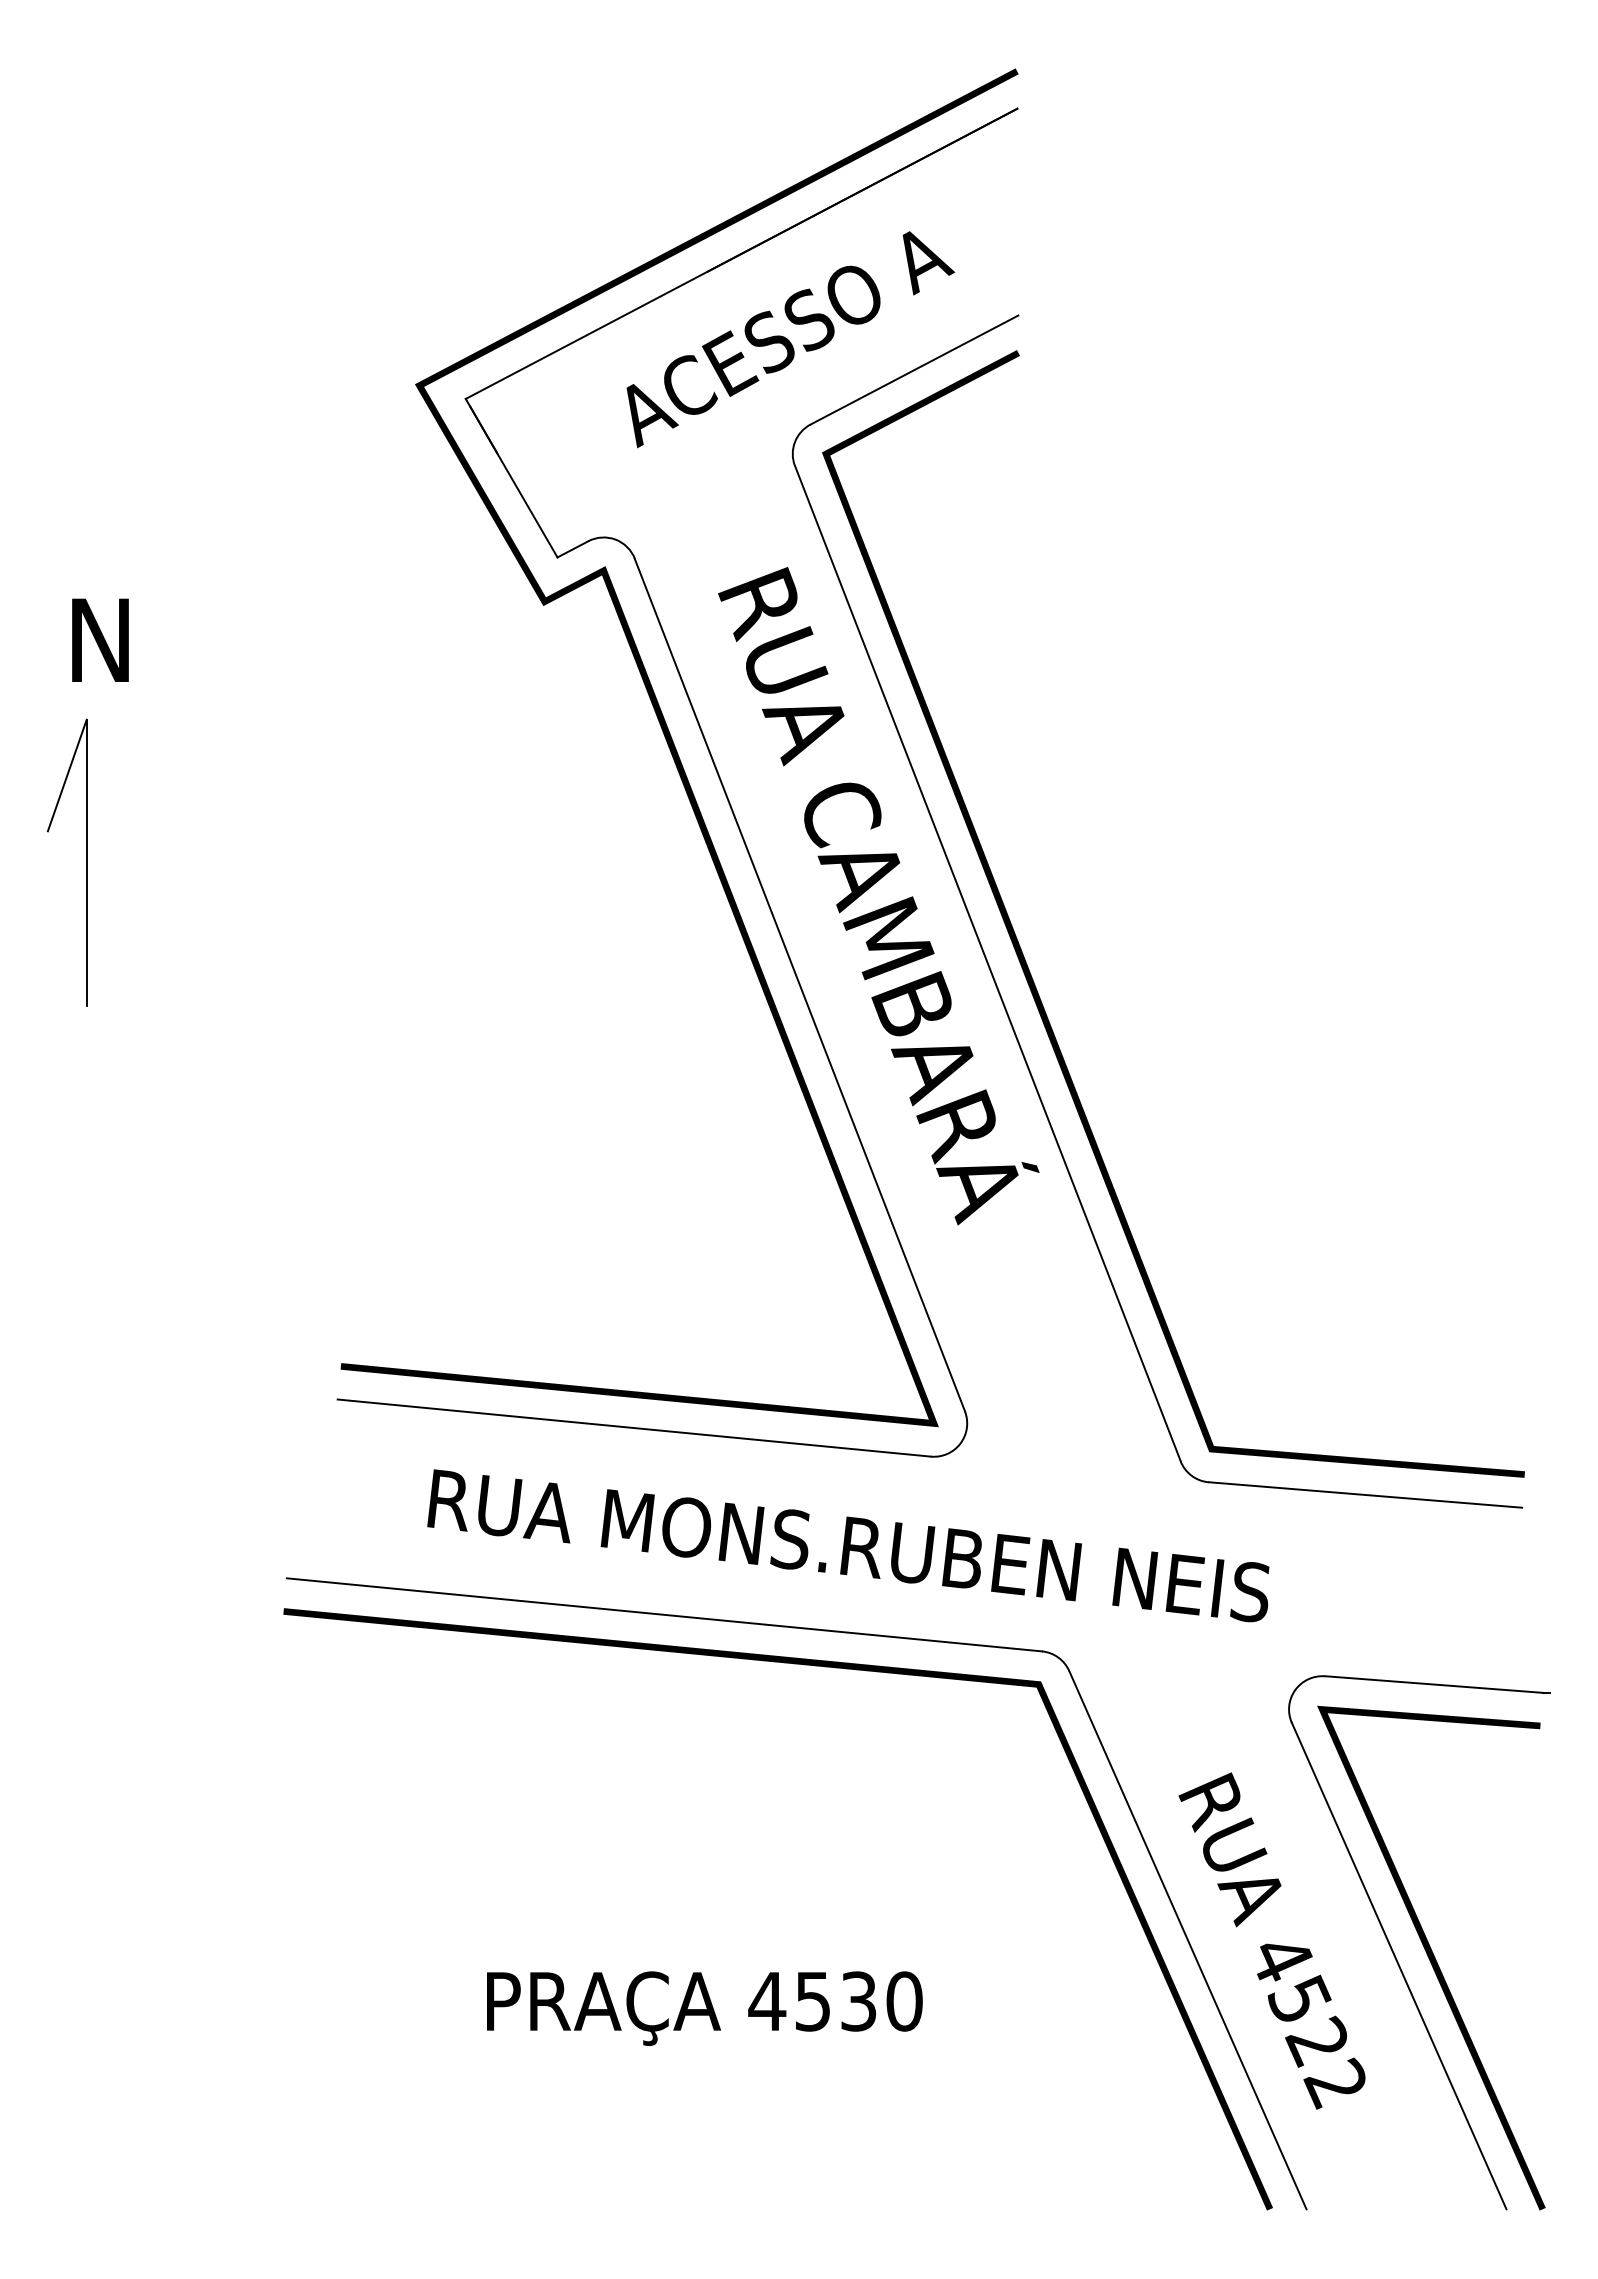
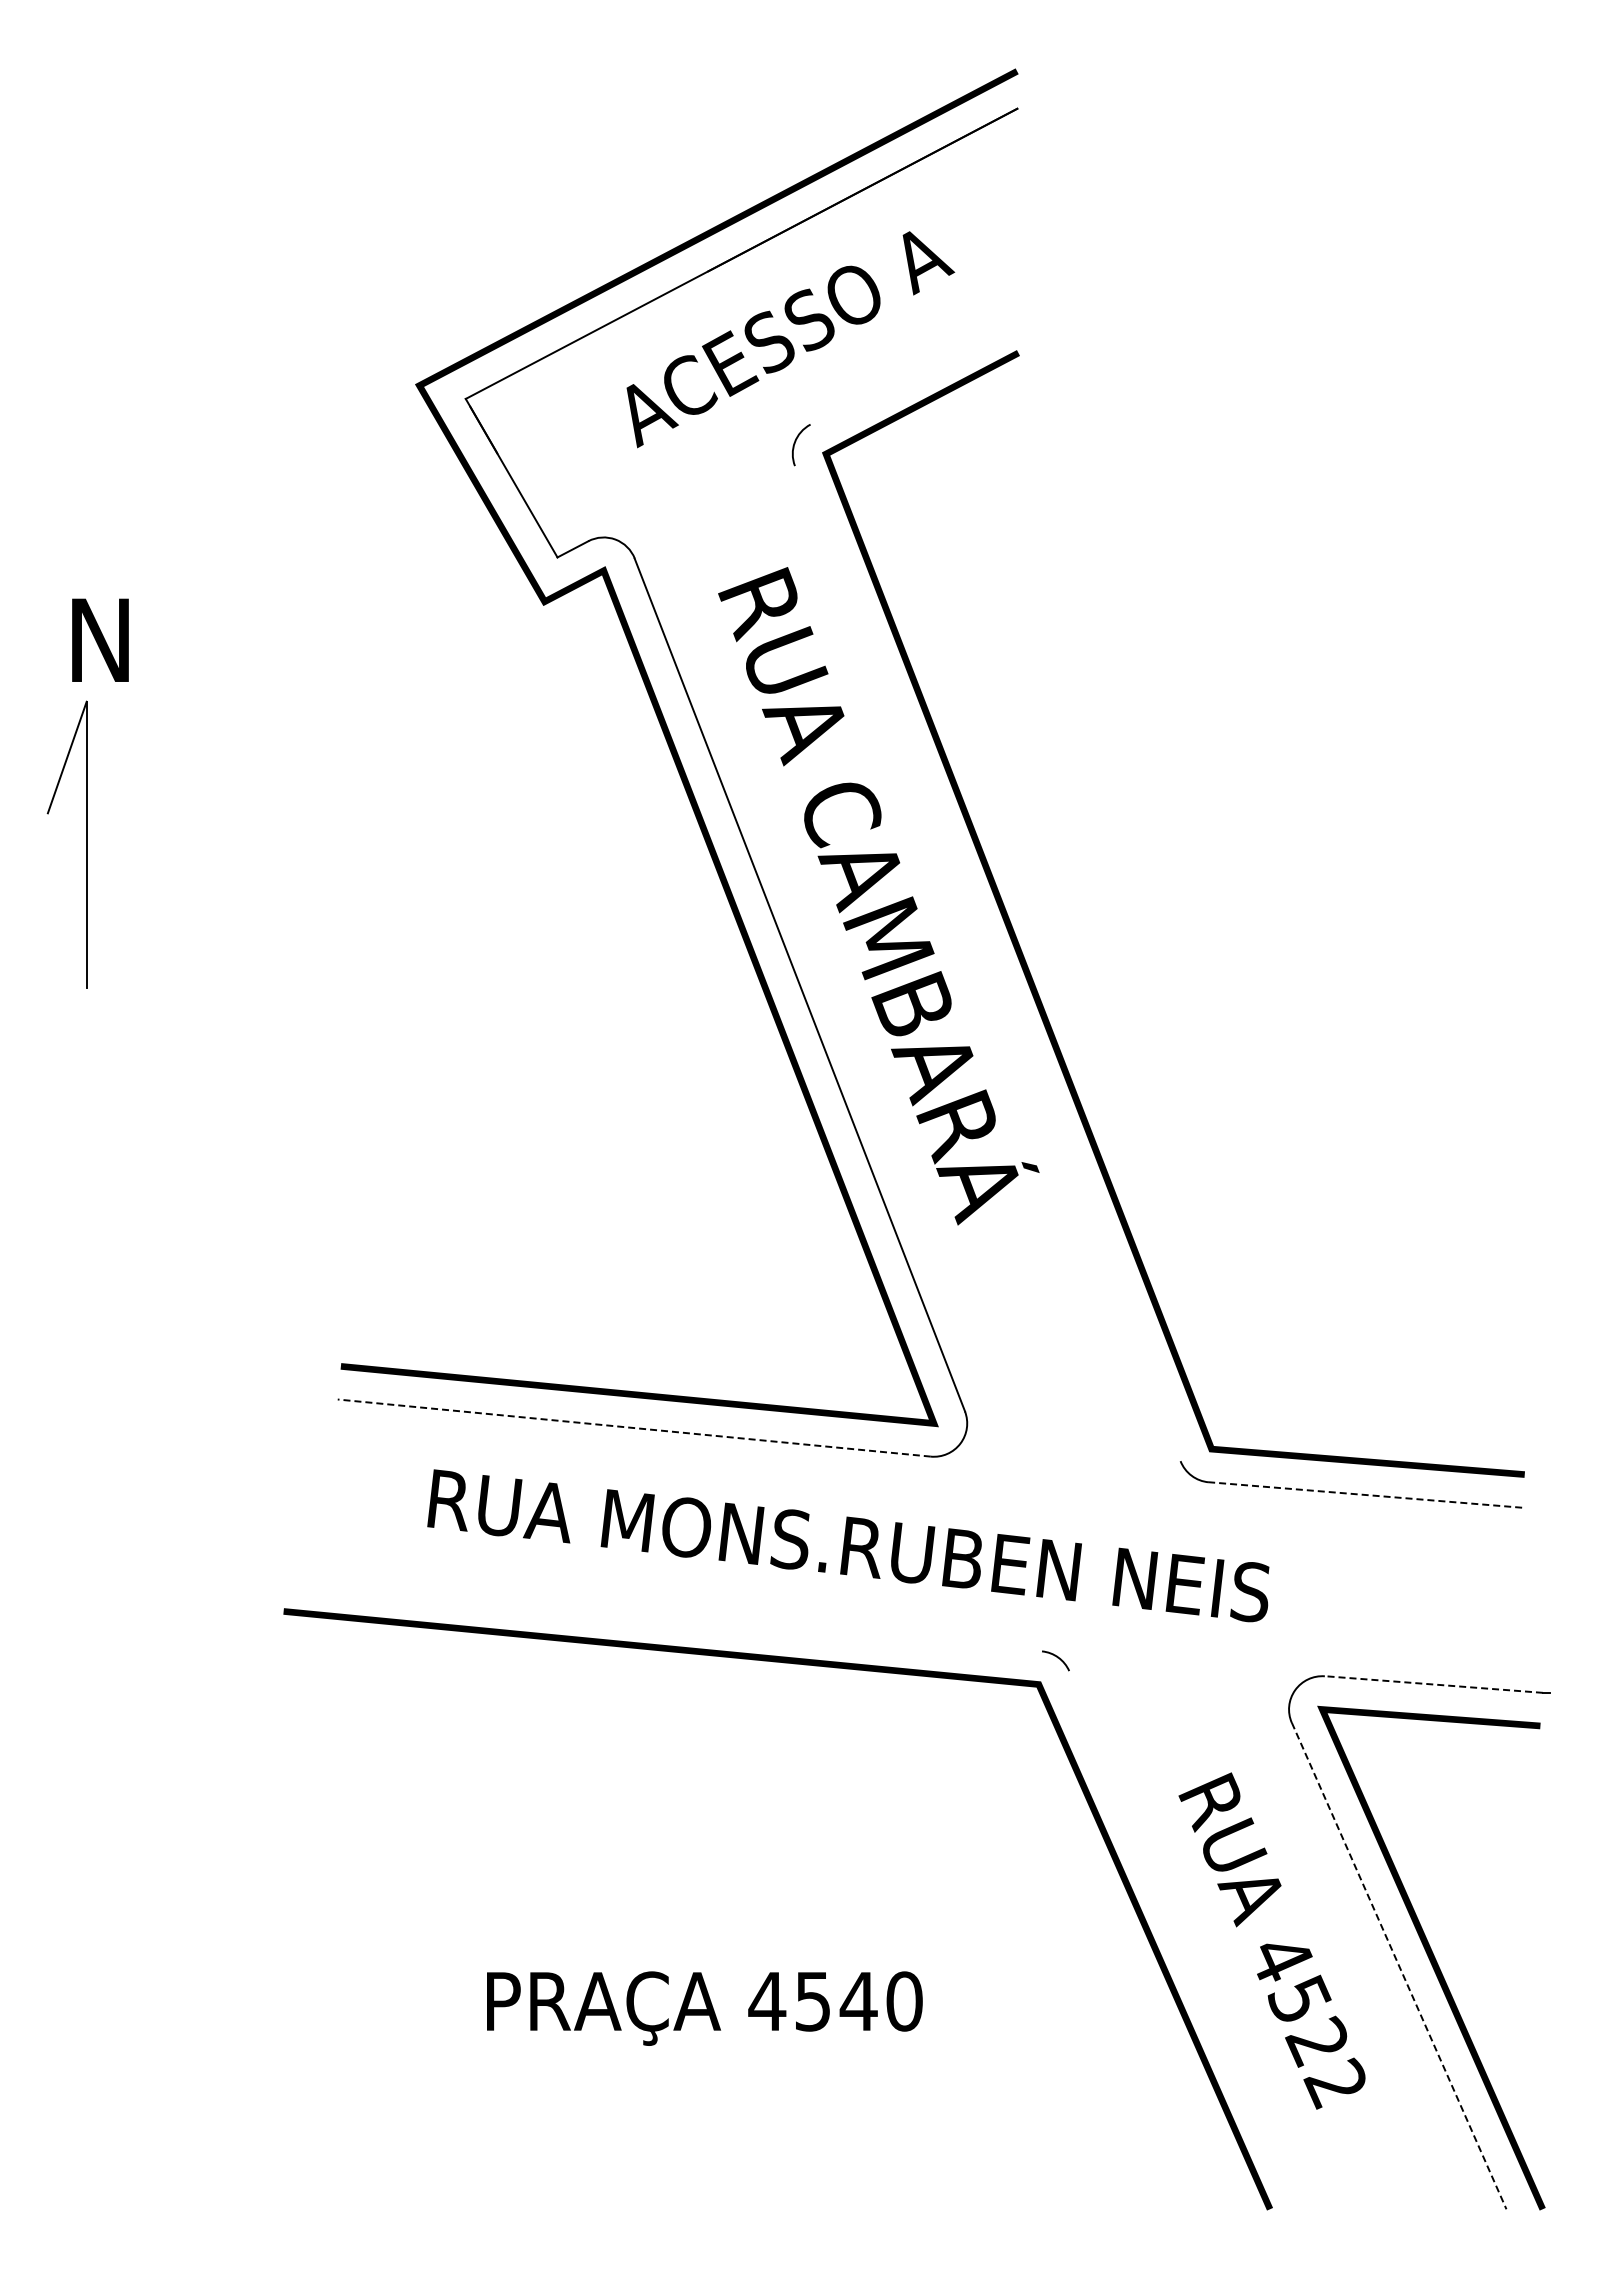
line at (914, 369): present -> none
part at (86, 862) position: (86, 862) -> (86, 844)
line at (987, 963): present -> none
line at (634, 1428): solid -> dashed
line at (1365, 1494): solid -> dashed
line at (663, 1614): present -> none
line at (1433, 1684): solid -> dashed
line at (1187, 1940): present -> none
line at (1399, 1966): solid -> dashed
text at (858, 2001): 4530 -> 4540
